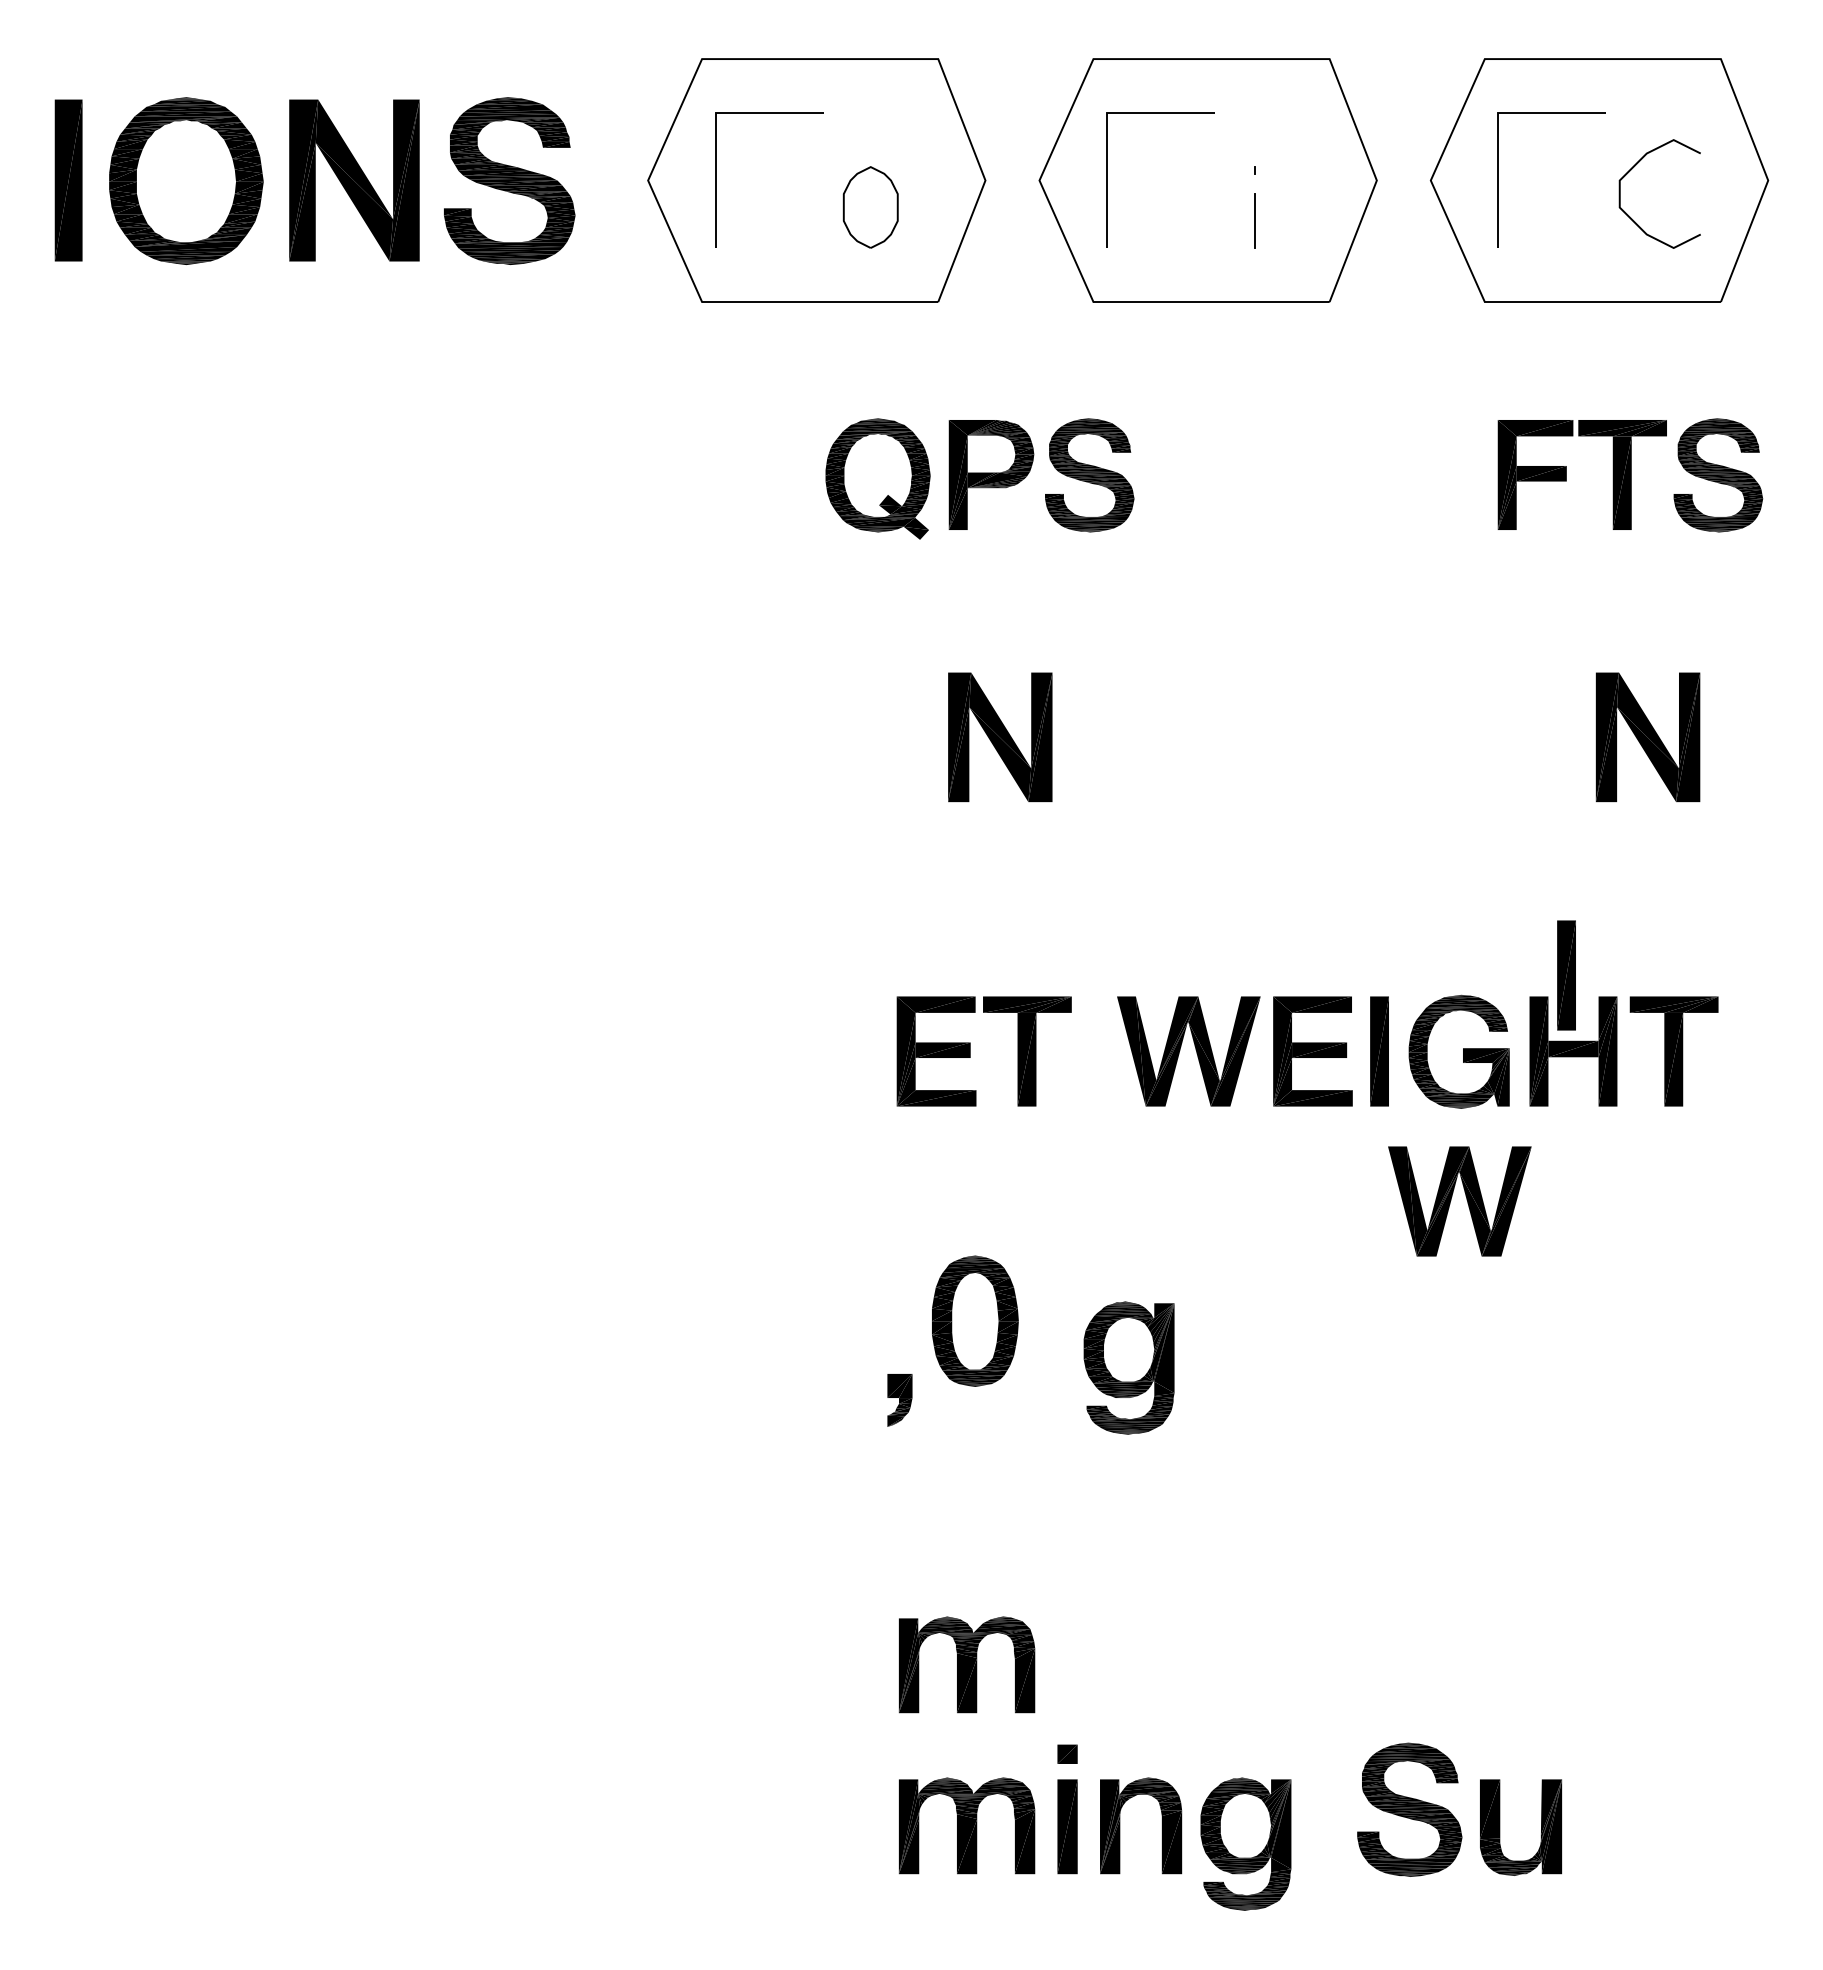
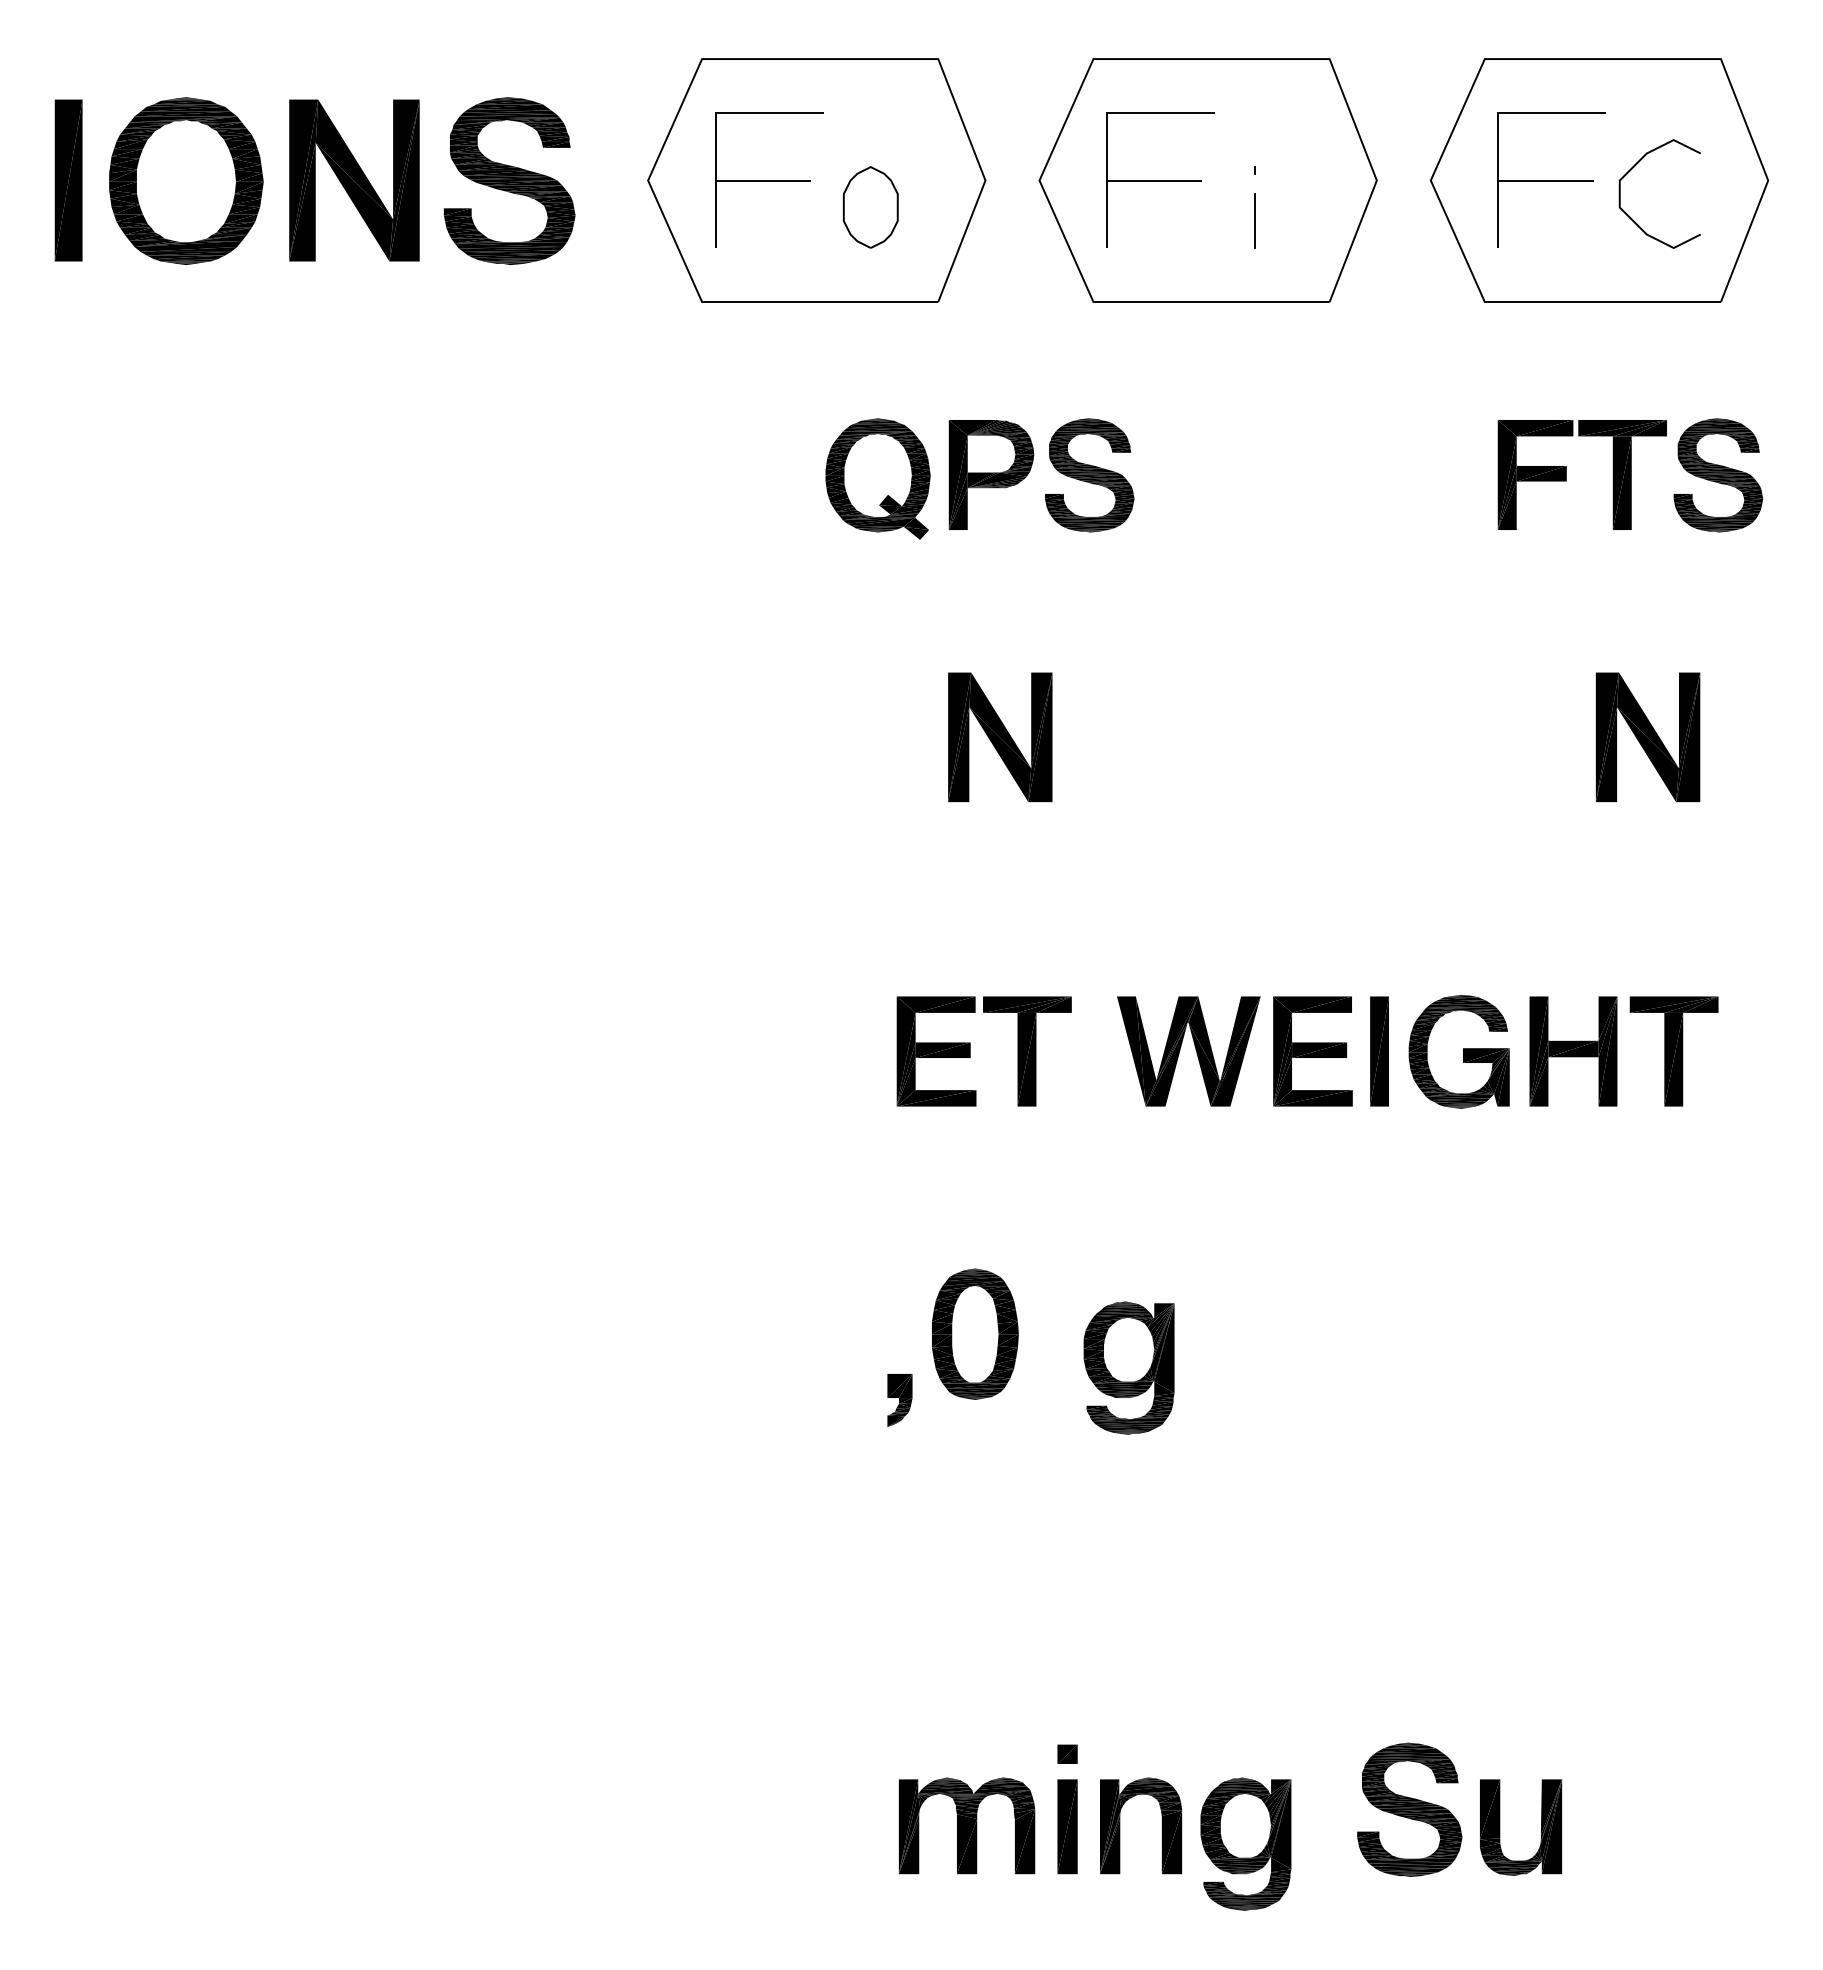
line at (762, 180): none -> present
line at (1153, 180): none -> present
line at (1545, 180): none -> present
part at (1566, 975): present -> none
part at (1466, 1200): present -> none
part at (975, 1320) position: (975, 1320) -> (975, 1333)
part at (966, 1664): present -> none
